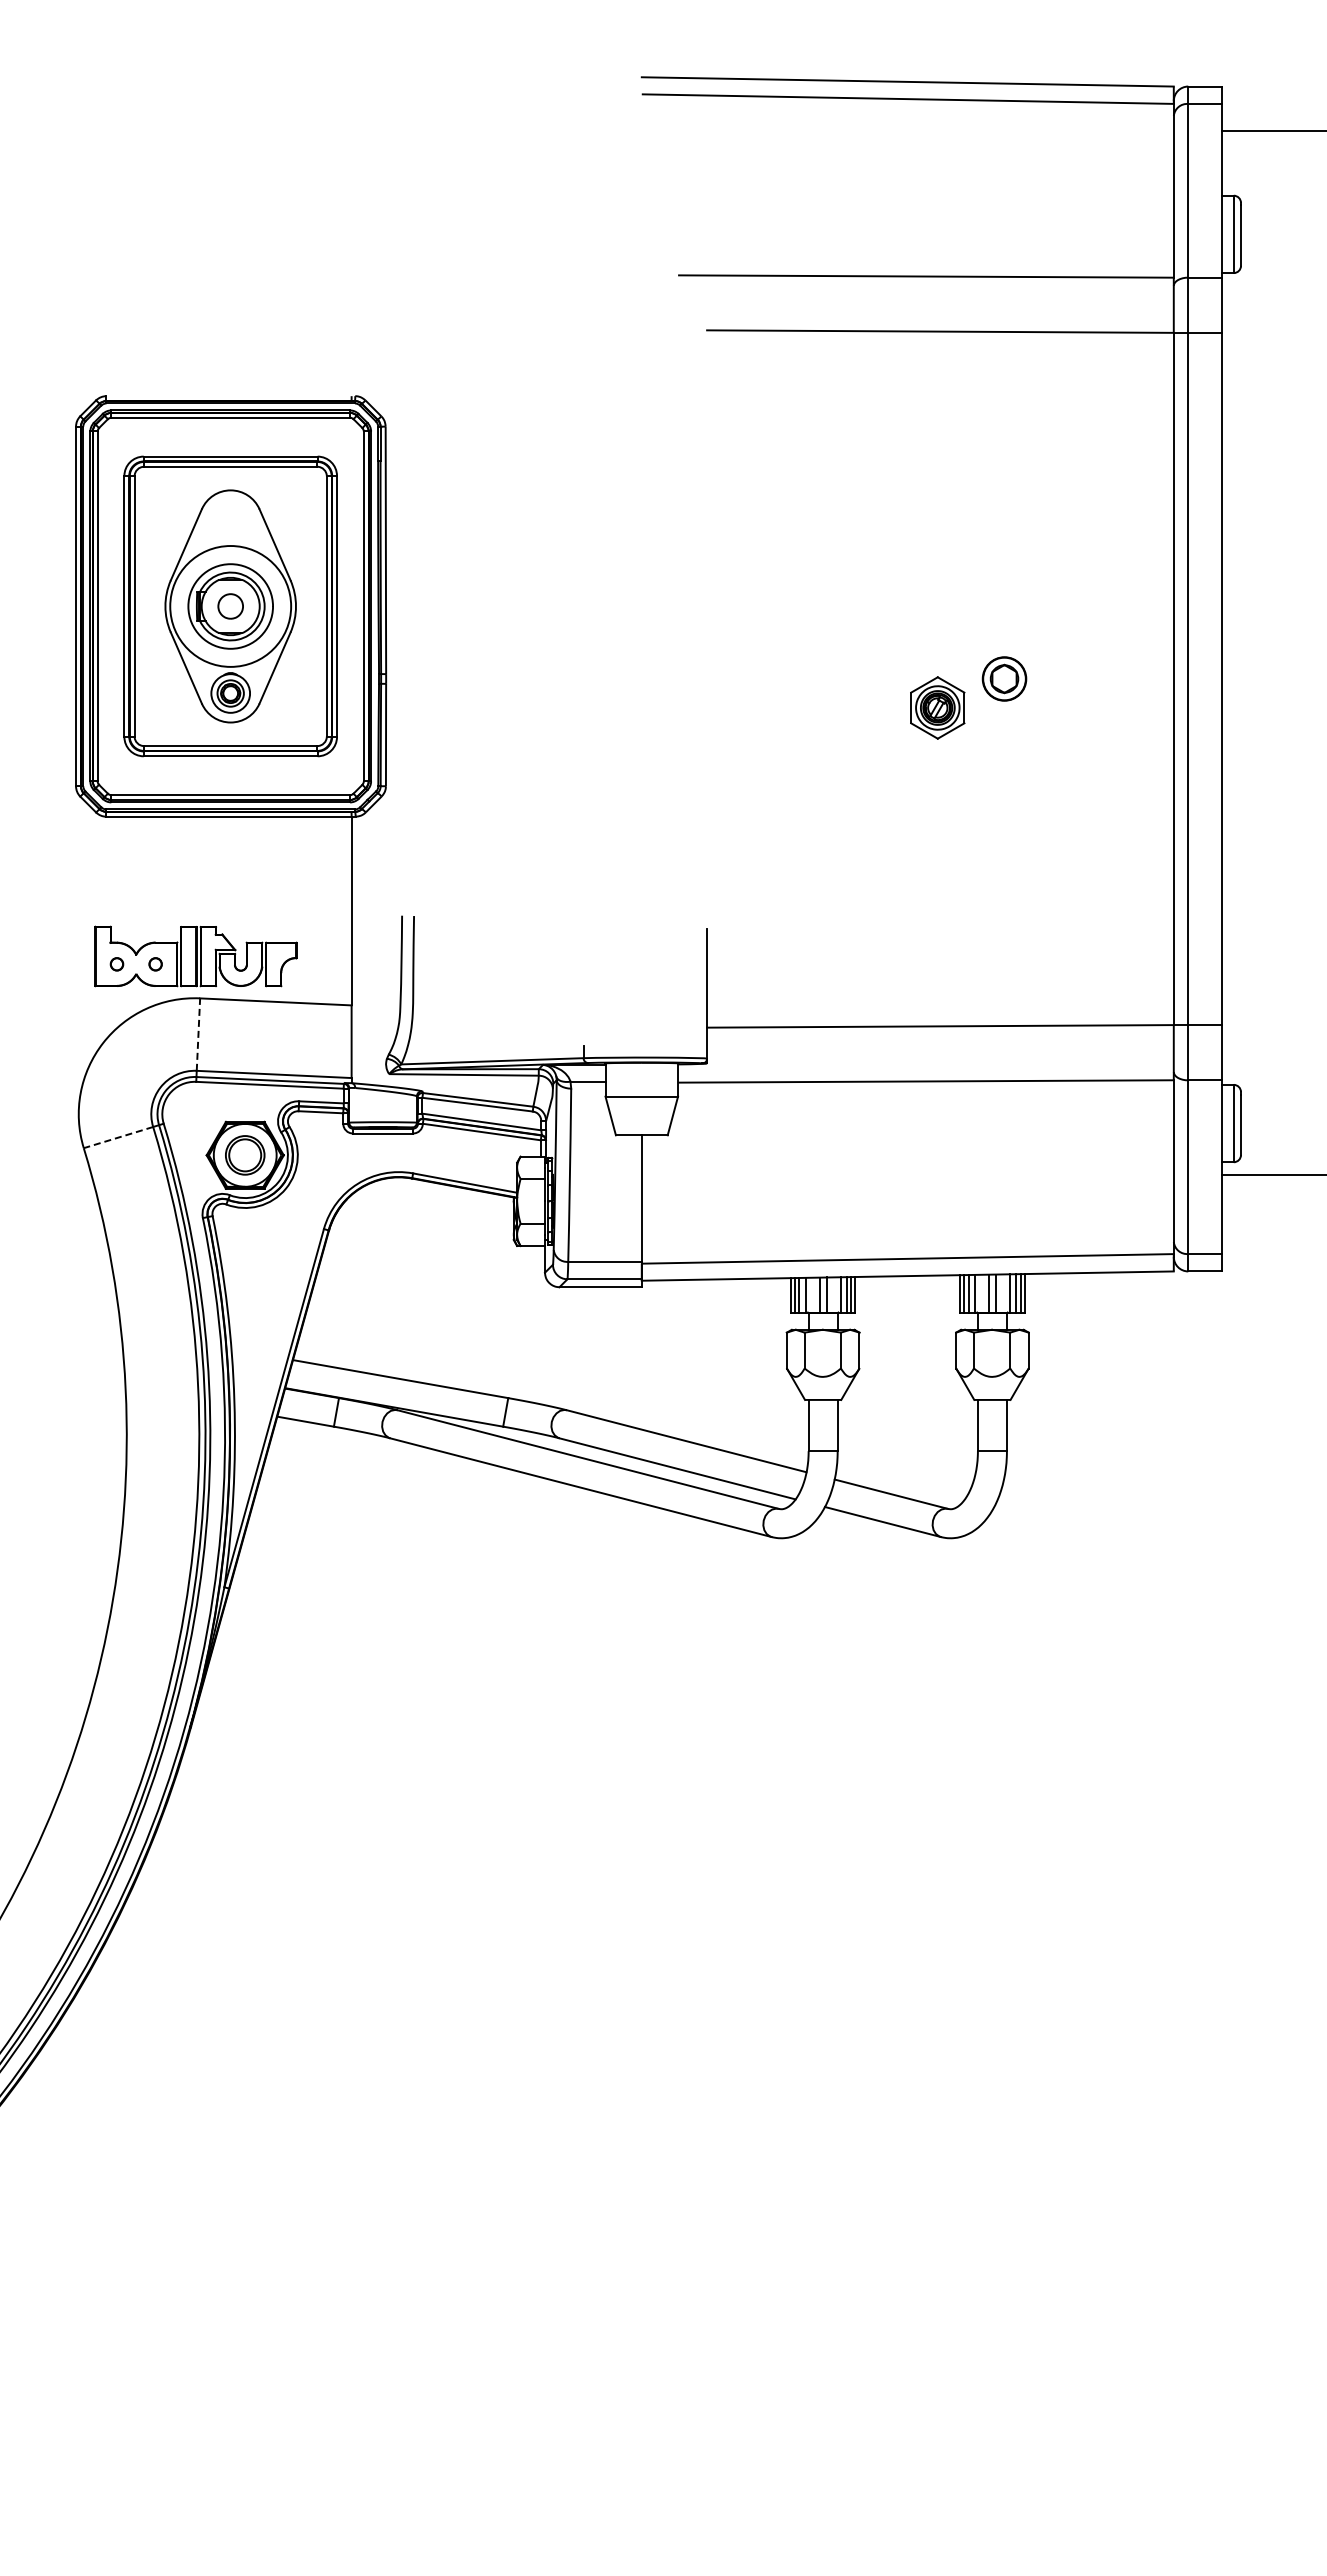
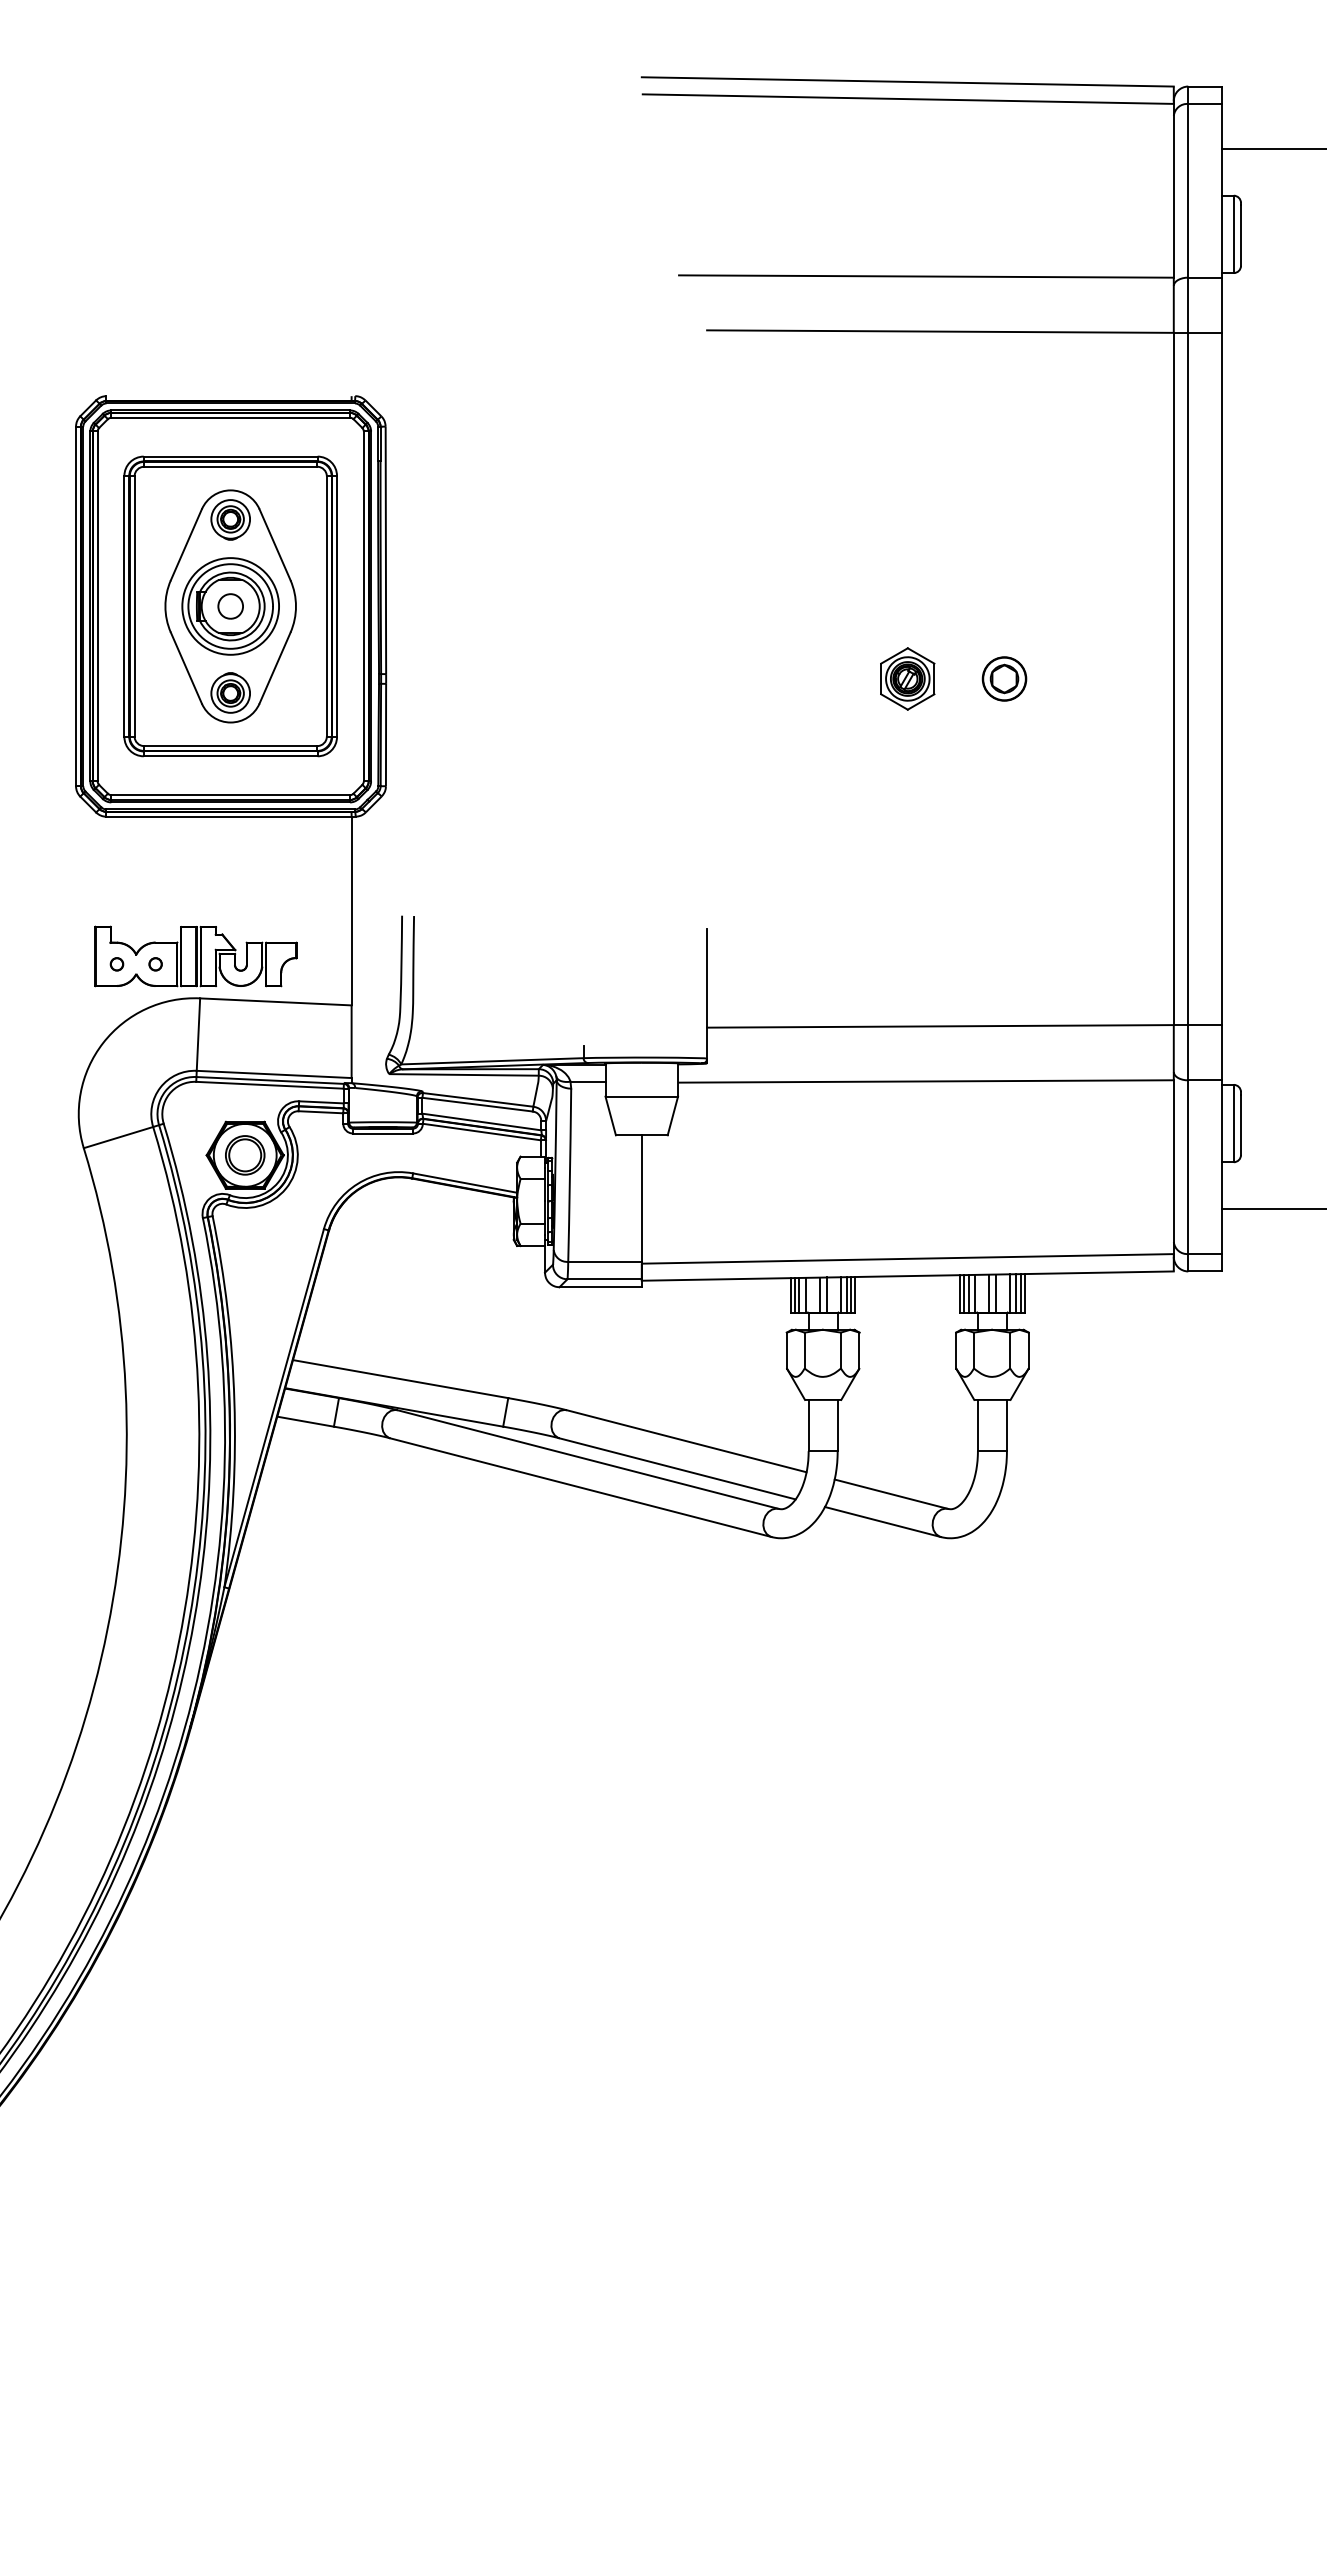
line at (1272, 131) position: (1272, 131) -> (1272, 149)
part at (230, 519): none -> present
circle at (230, 606) diameter: 121 px -> 97 px
part at (937, 707) position: (937, 707) -> (907, 678)
line at (198, 1034): dashed -> solid
line at (118, 1137): dashed -> solid
line at (1272, 1174) position: (1272, 1174) -> (1272, 1208)
